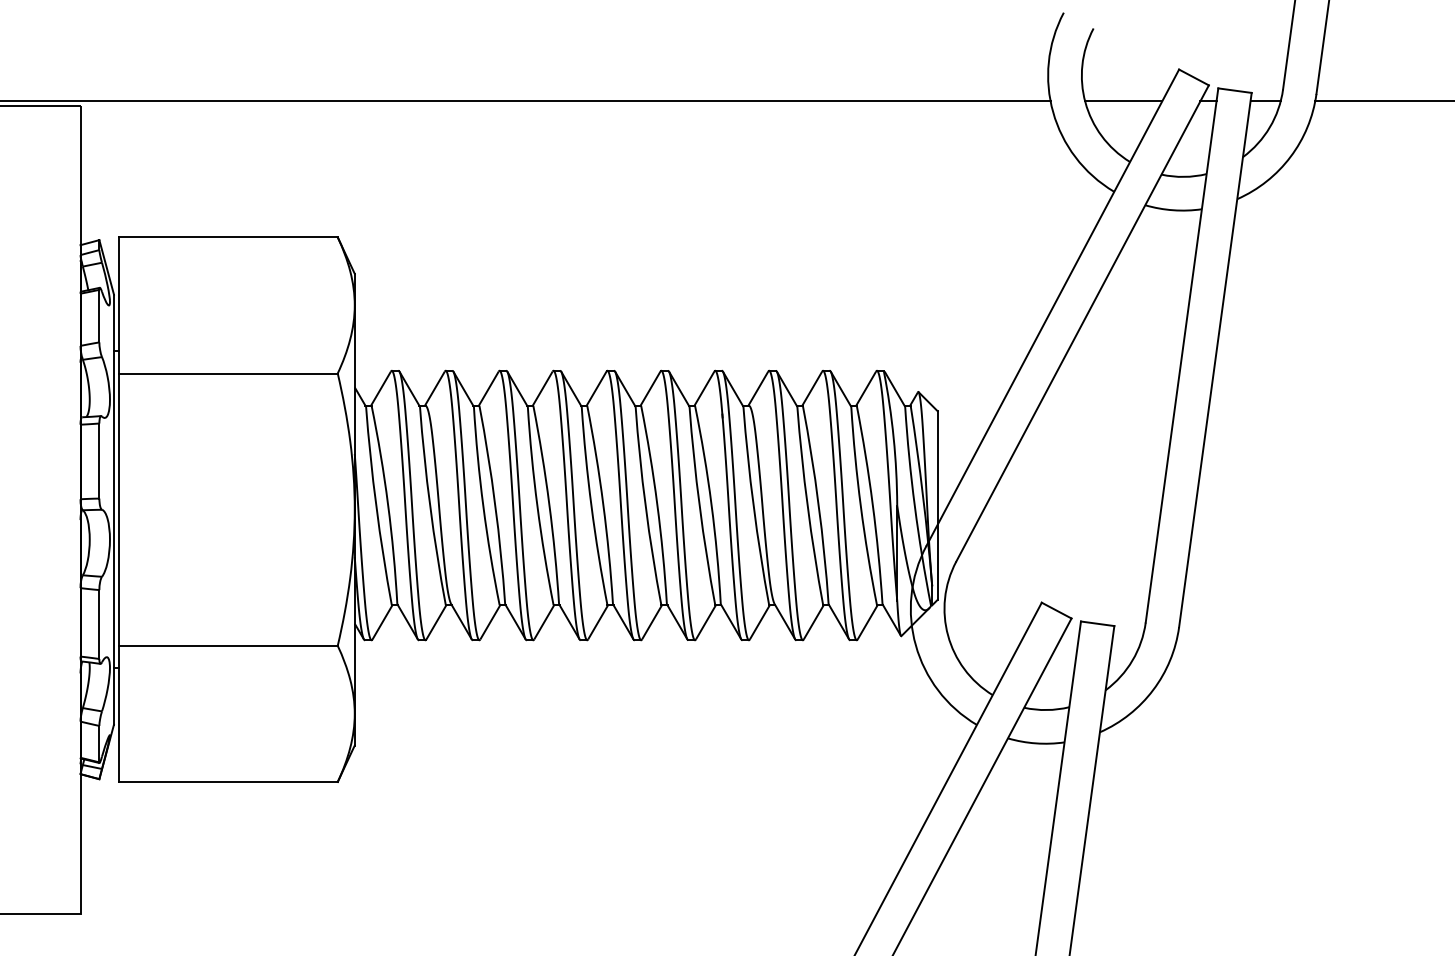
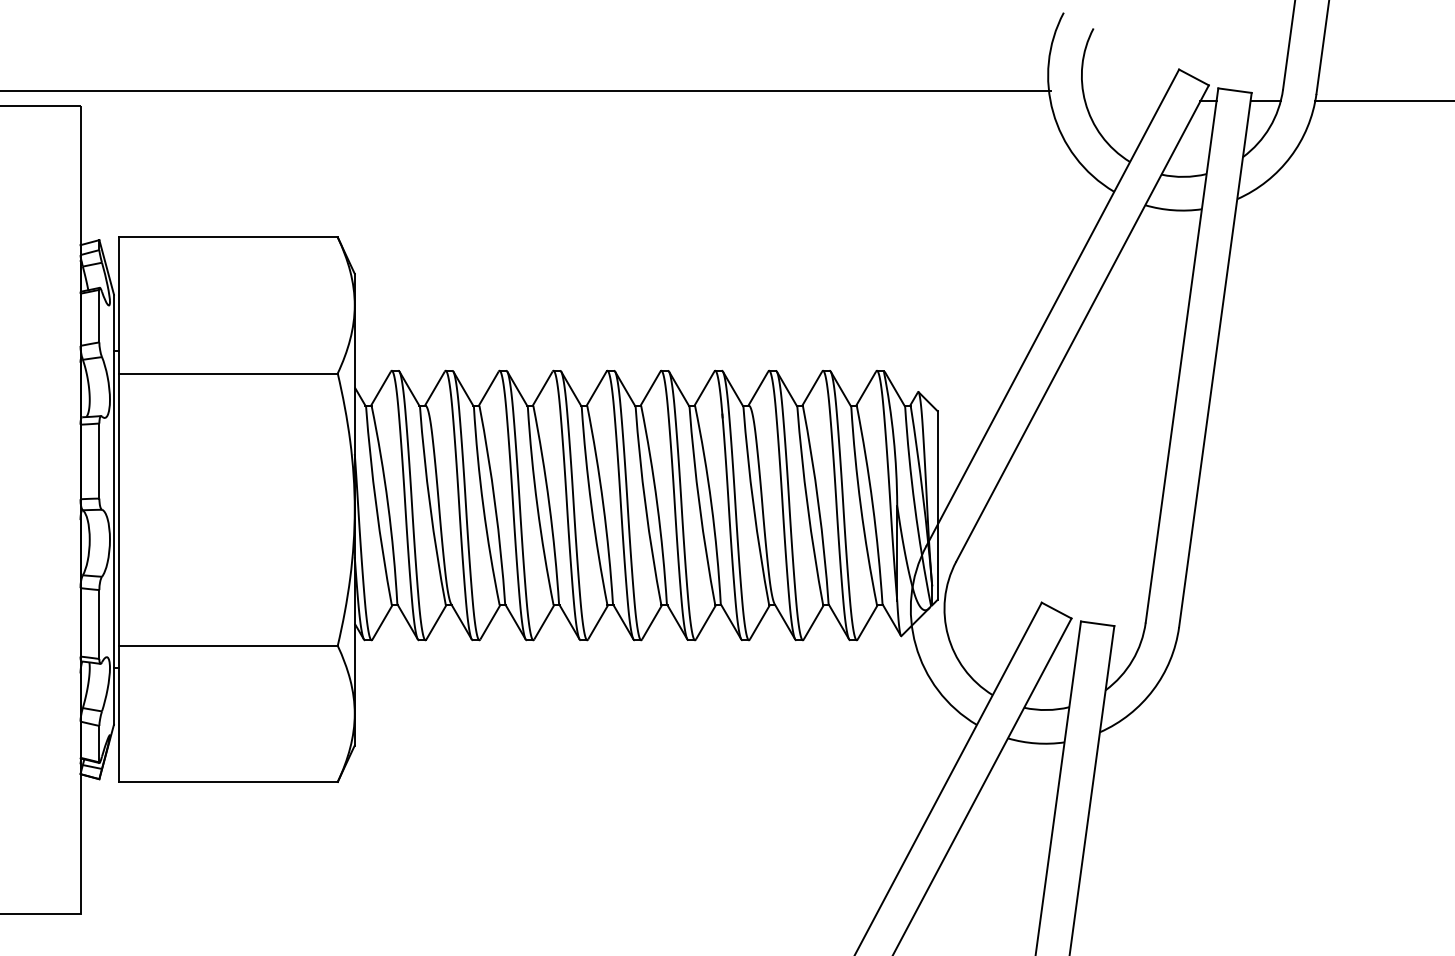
line at (526, 101) position: (526, 101) -> (526, 91)
line at (1123, 101): present -> none
